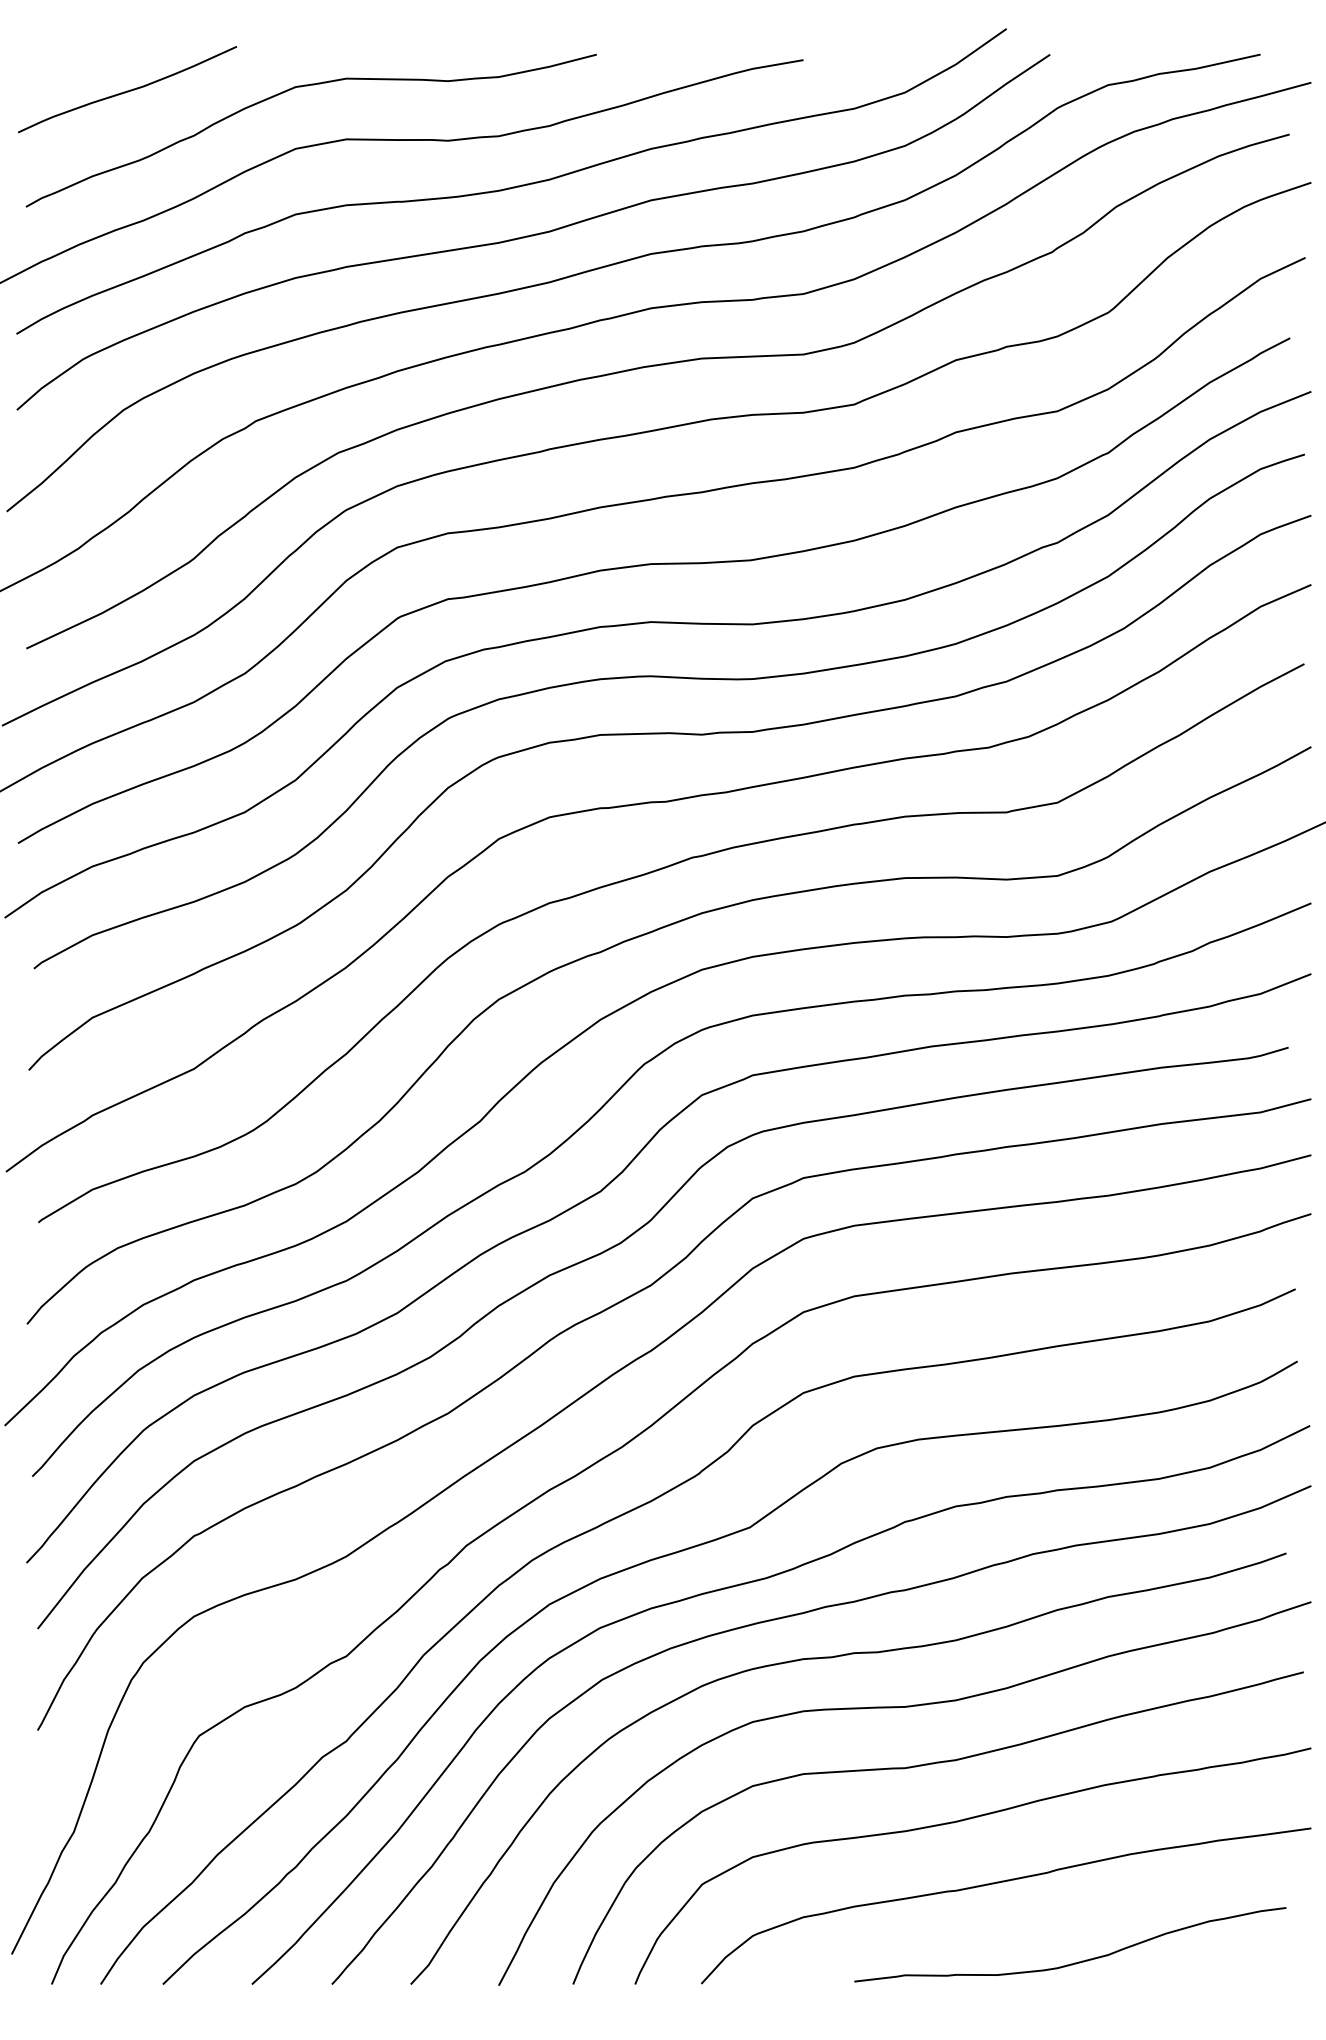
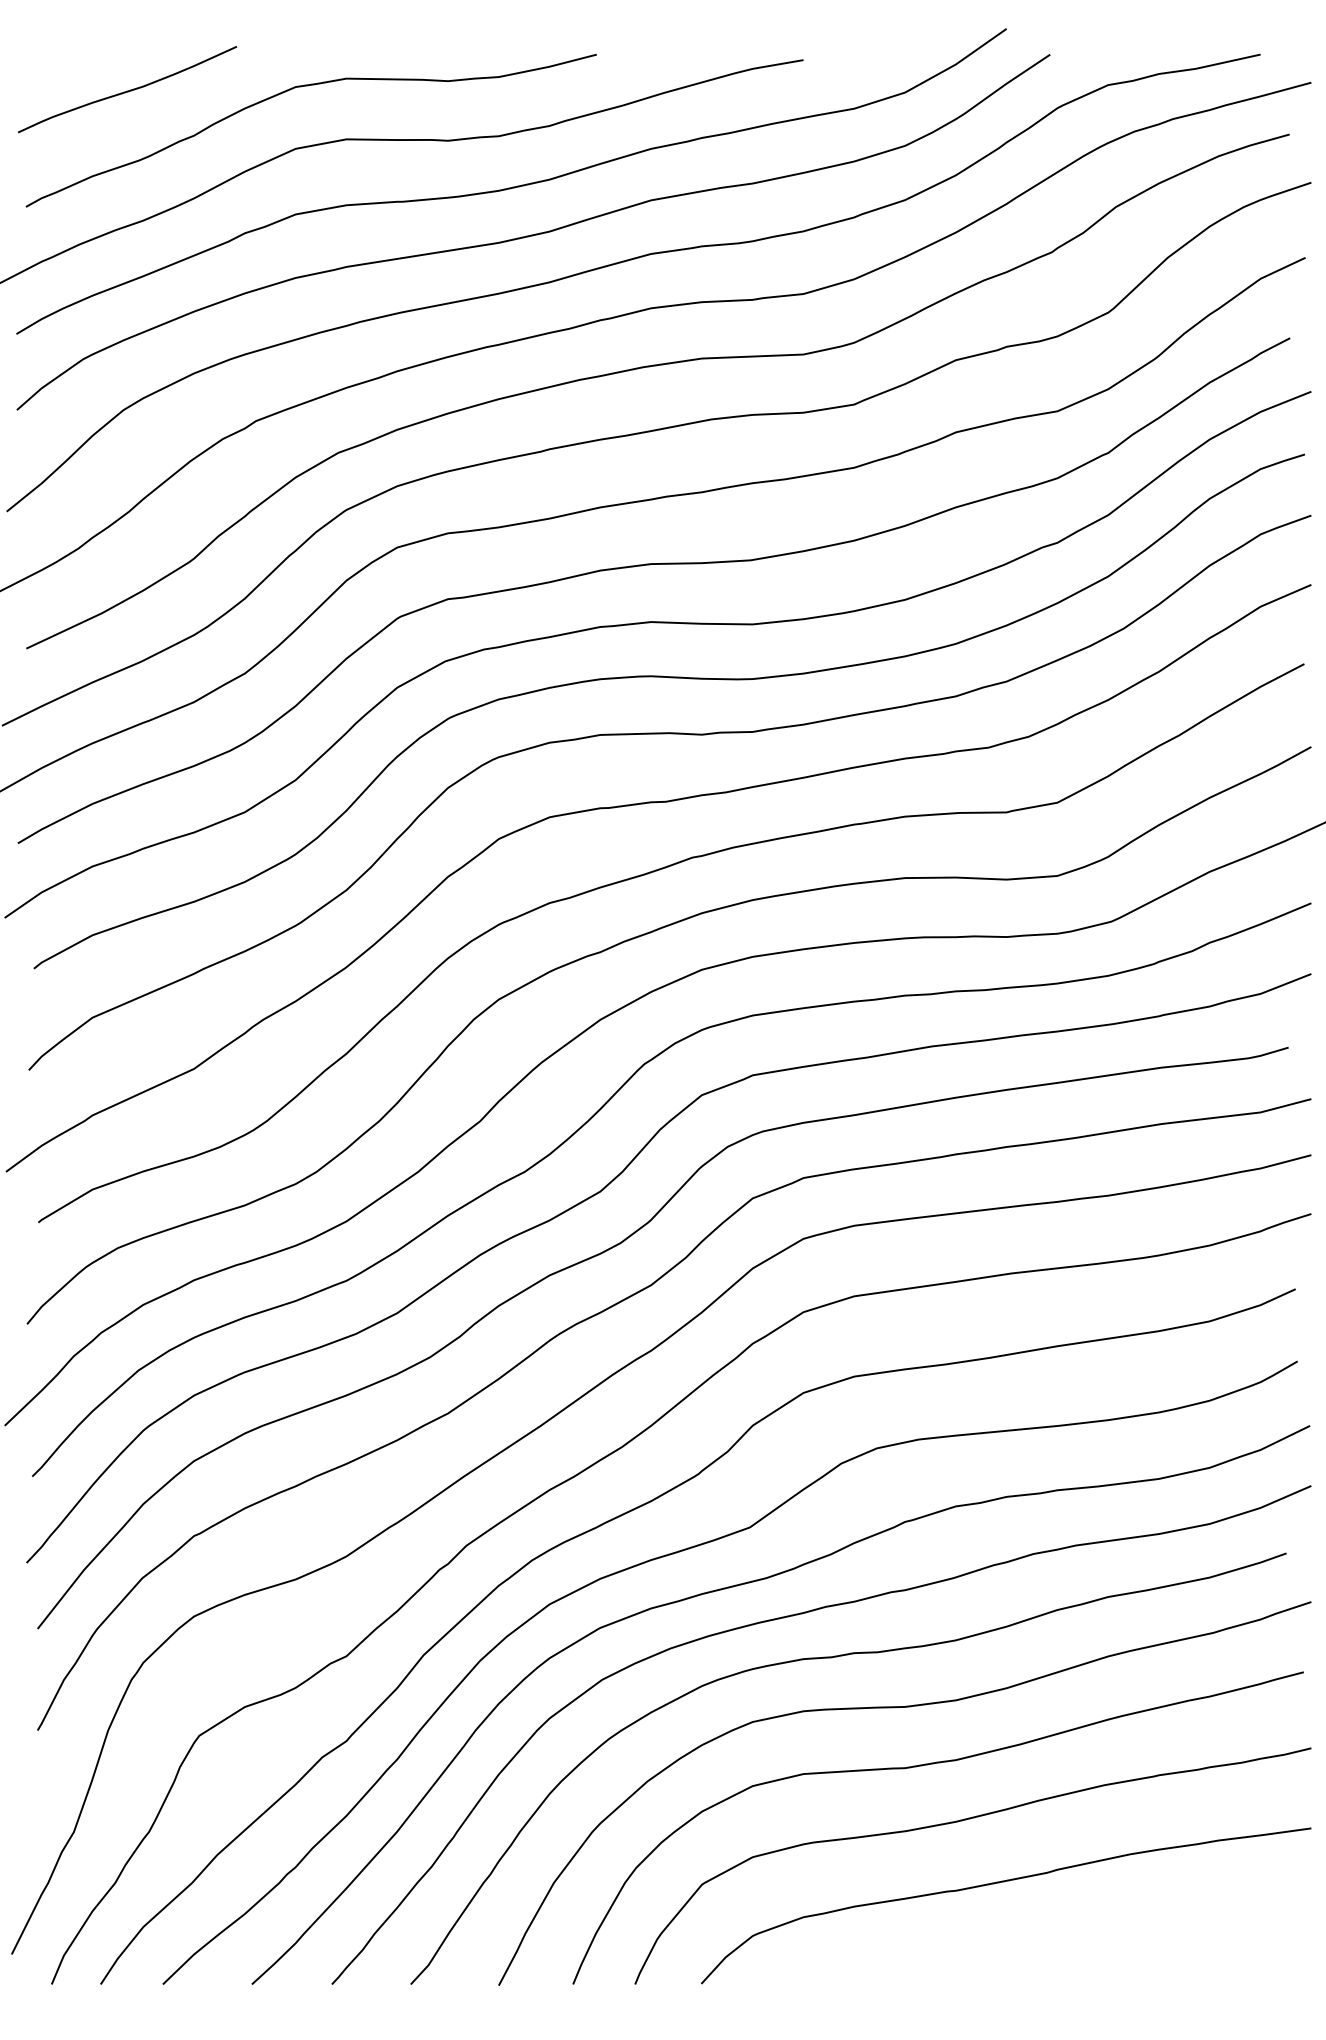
curve at (1074, 1962): present -> none
